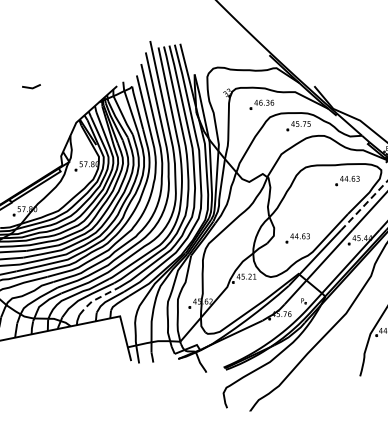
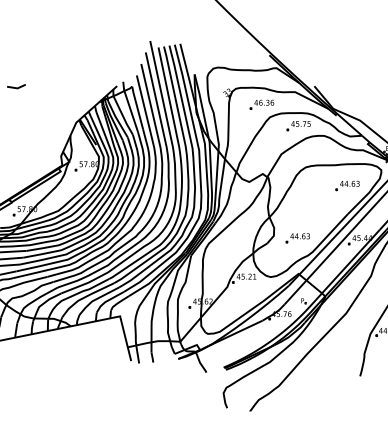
line at (31, 87) position: (31, 87) -> (16, 87)
part at (347, 180) position: (347, 180) -> (347, 185)
line at (364, 205): dashed -> solid
line at (96, 299): dashed -> solid
